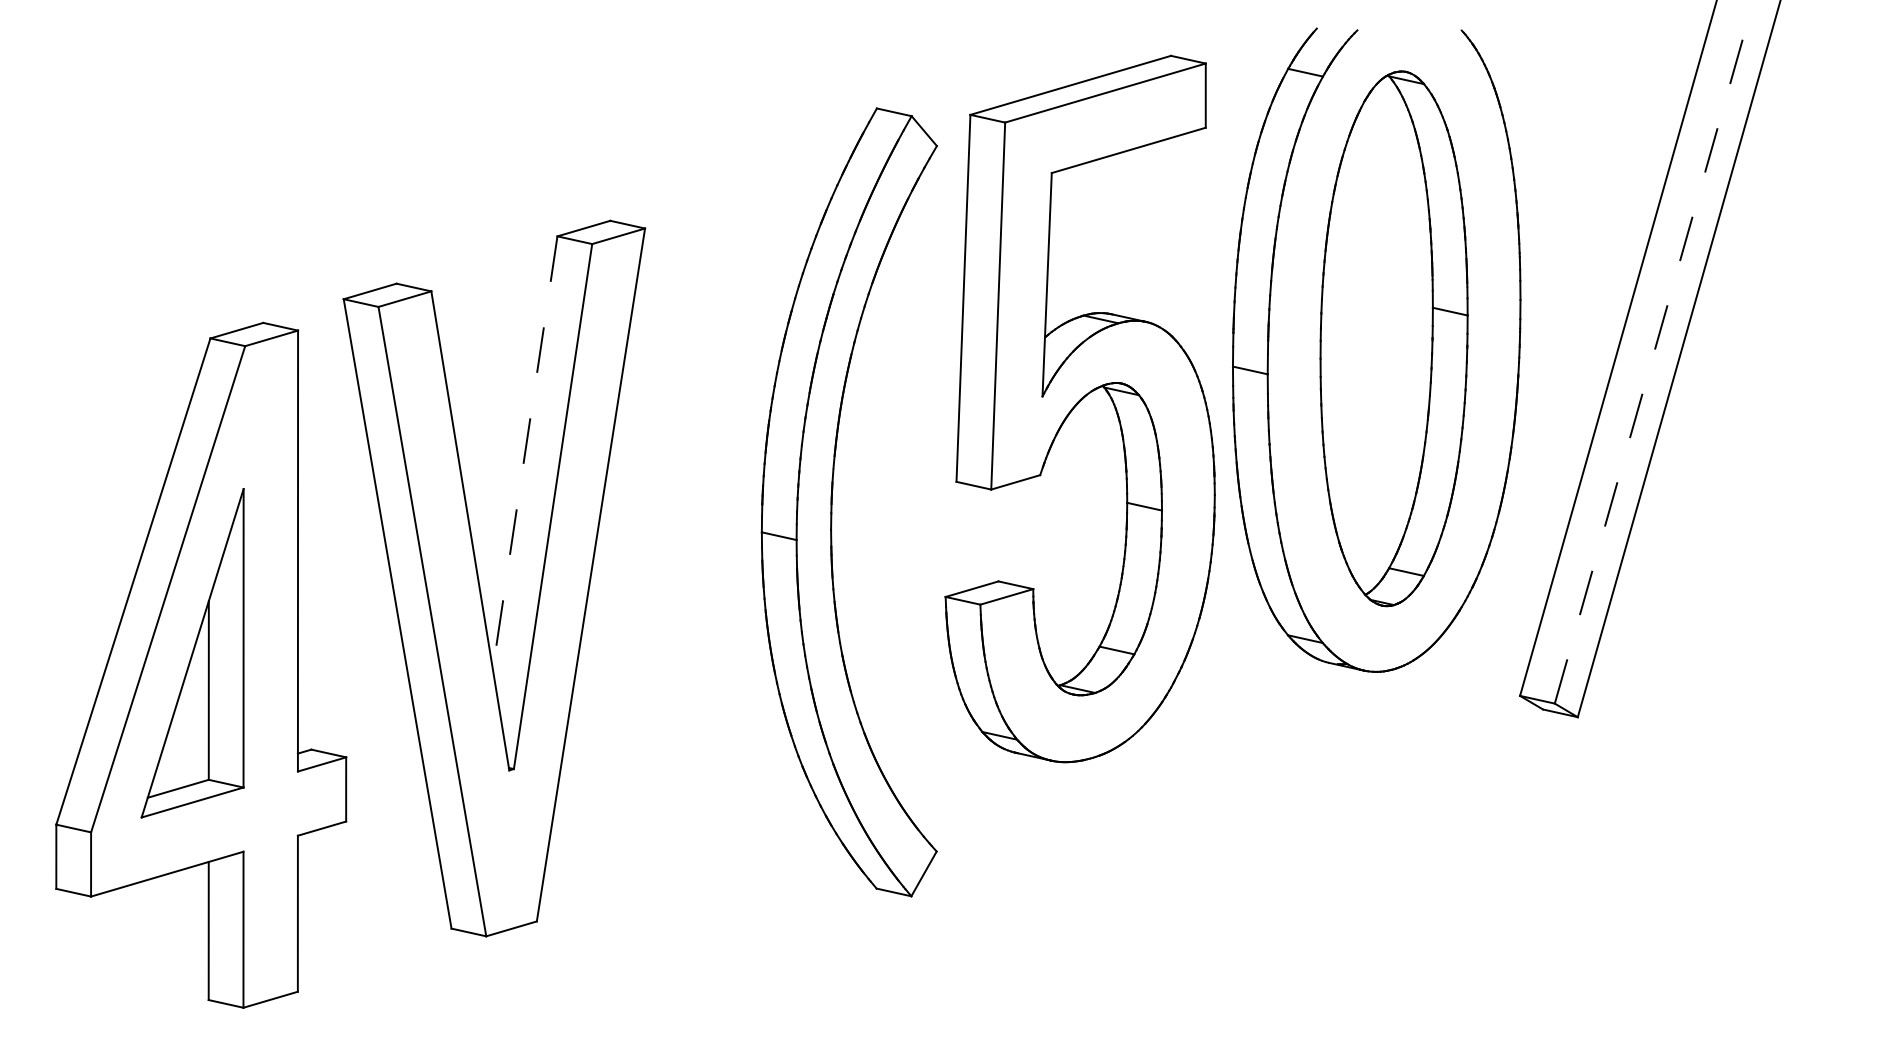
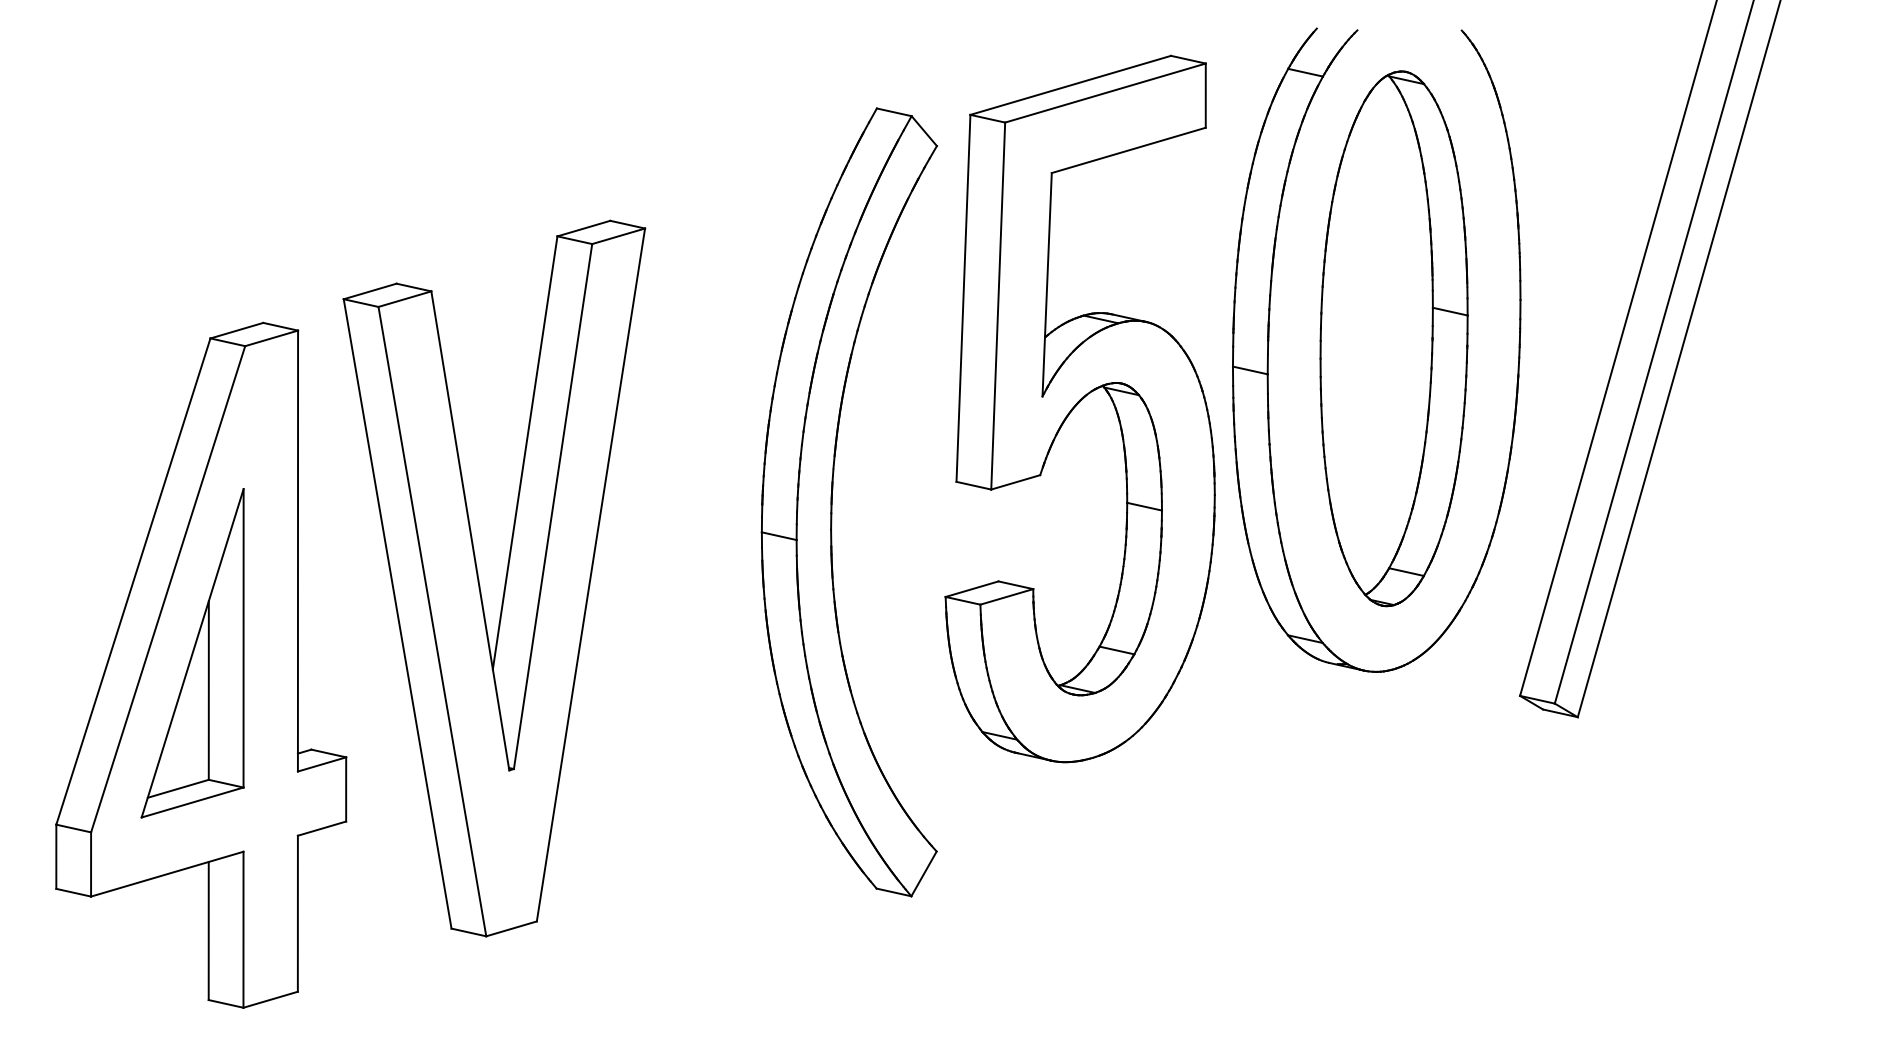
line at (1654, 351): dashed -> solid
line at (525, 452): dashed -> solid
